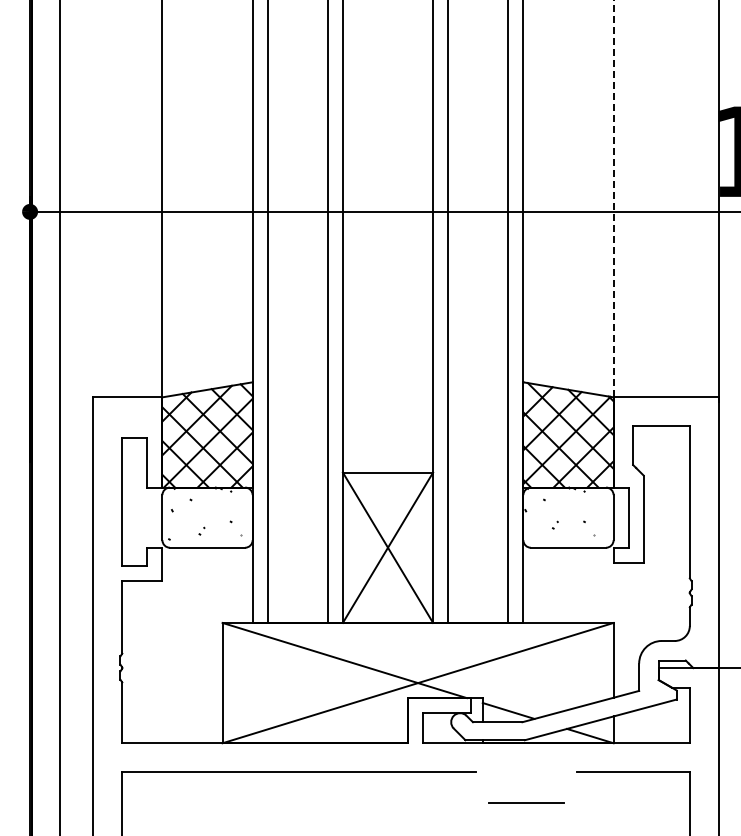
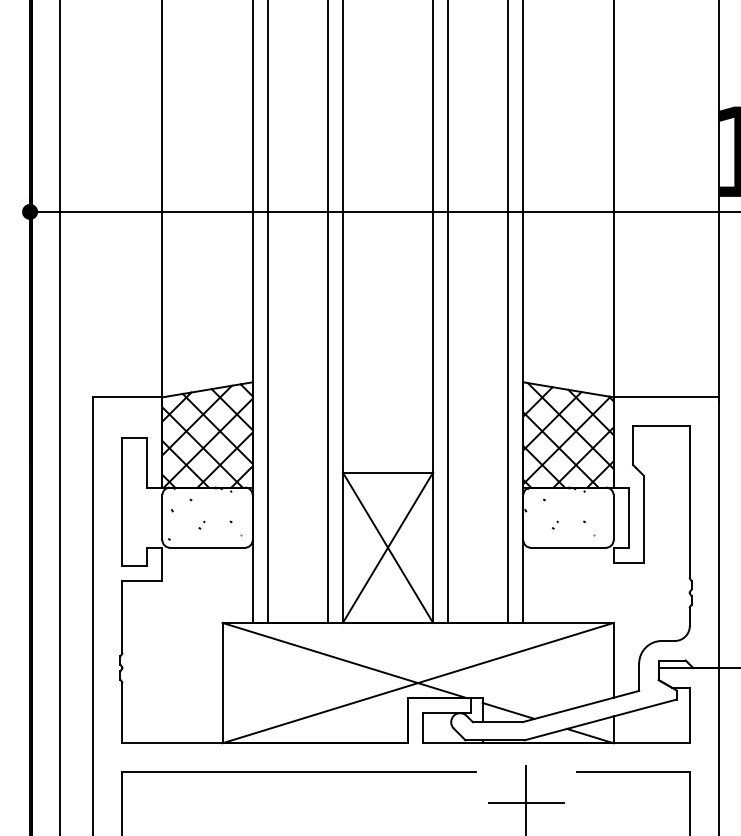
line at (613, 198): dashed -> solid
part at (201, 530) position: (201, 530) -> (201, 524)
line at (526, 798): none -> present
